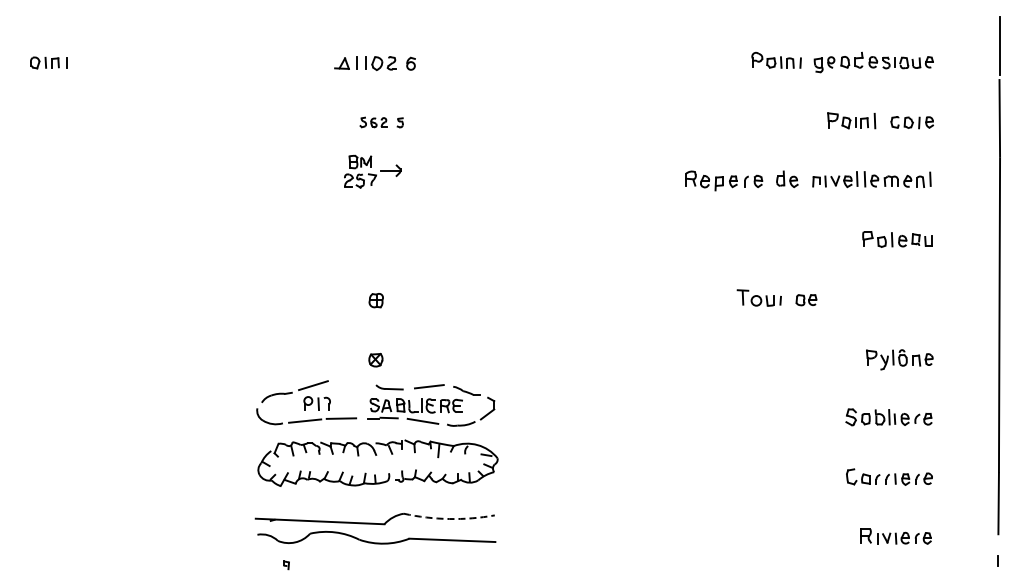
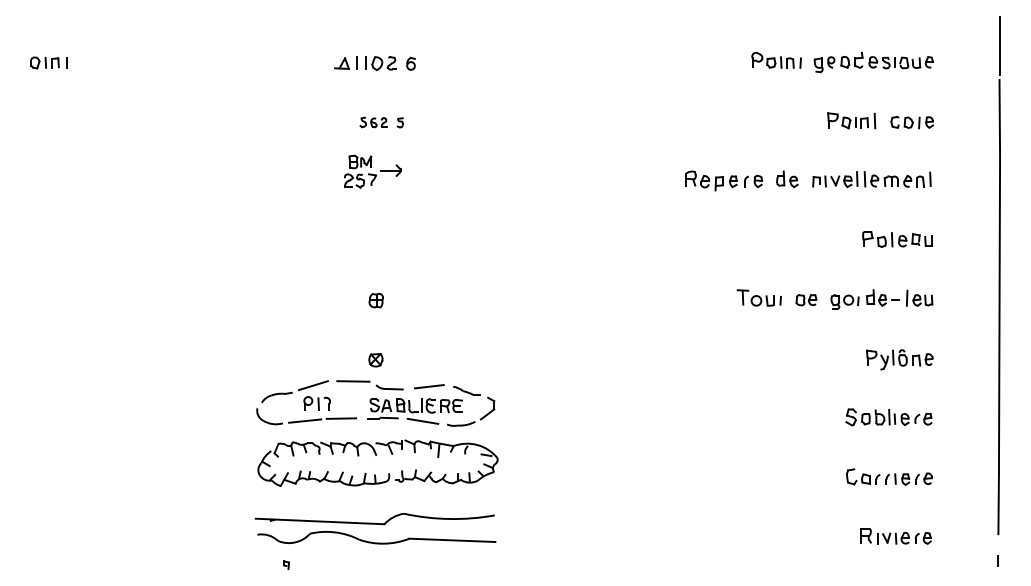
part at (881, 299): none -> present
line at (353, 381): none -> present
arc at (449, 519): dashed -> solid
